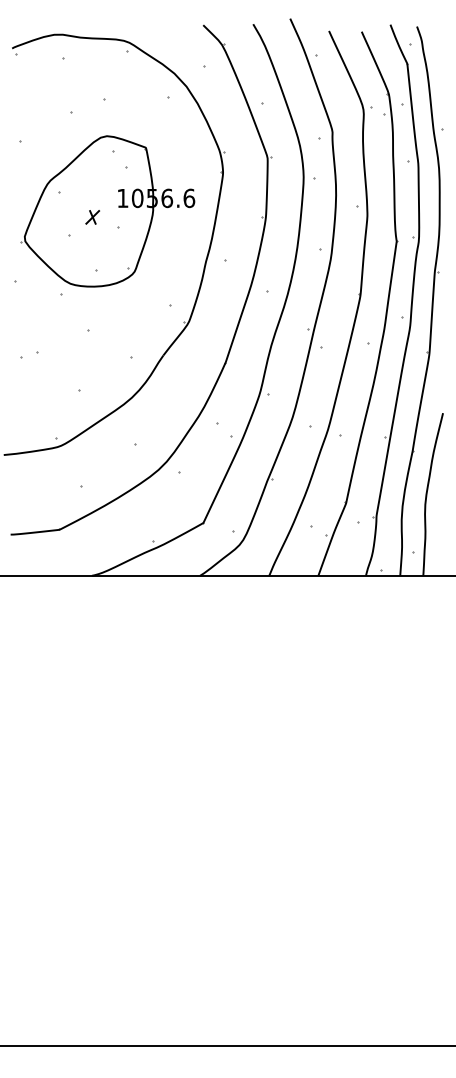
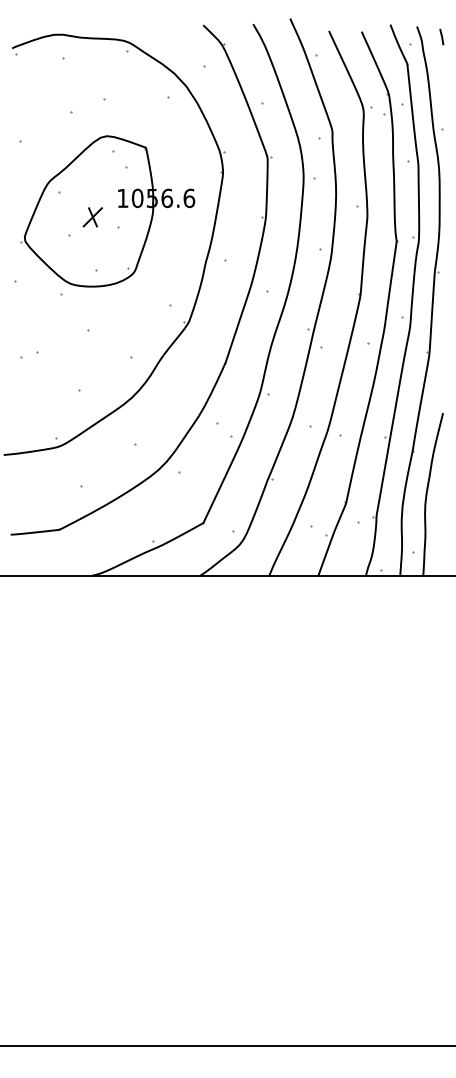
line at (441, 37): none -> present
part at (92, 217) size: 15x15 px -> 21x21 px
